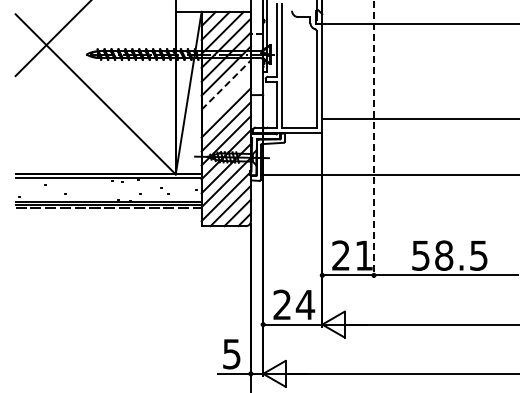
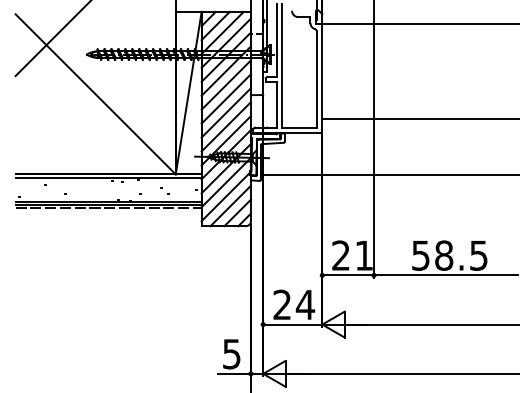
line at (226, 85): dashed -> solid
line at (225, 98): none -> present
line at (373, 139): dashed -> solid
